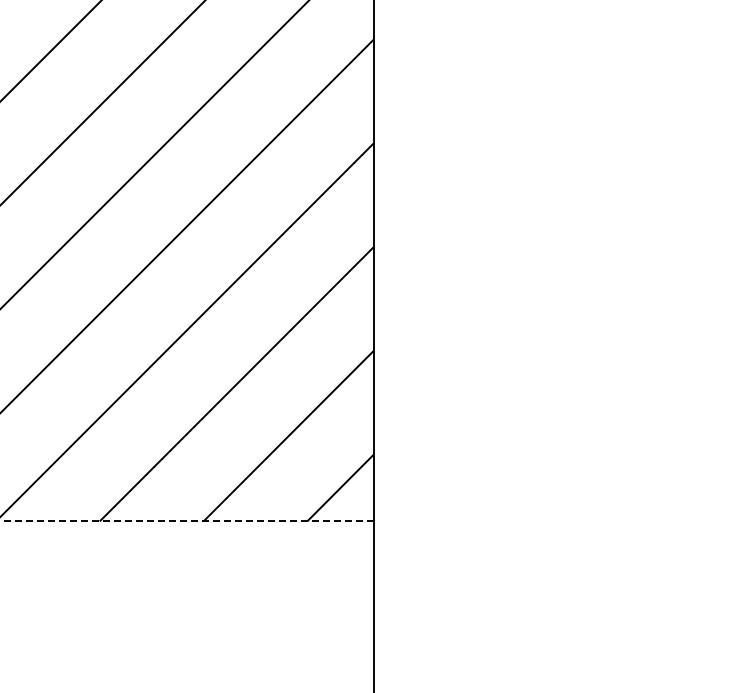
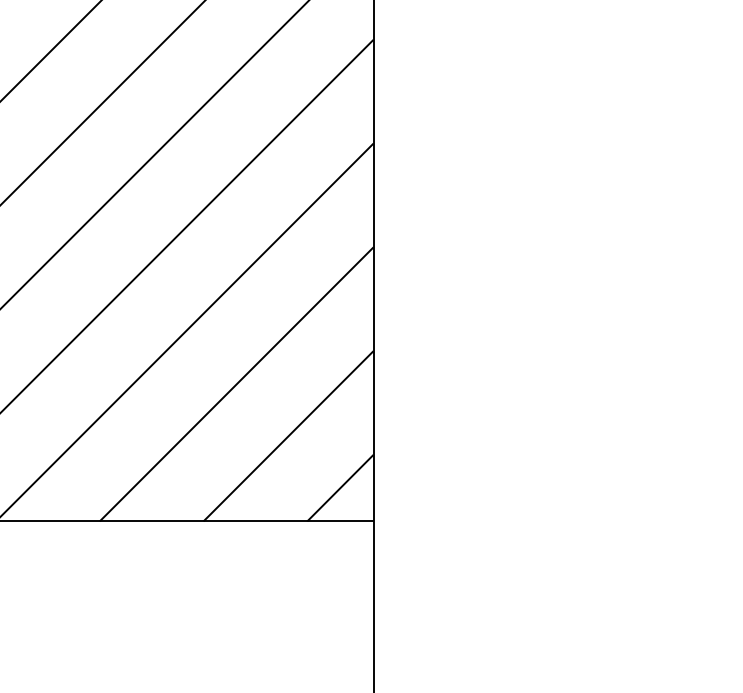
line at (186, 521): dashed -> solid
